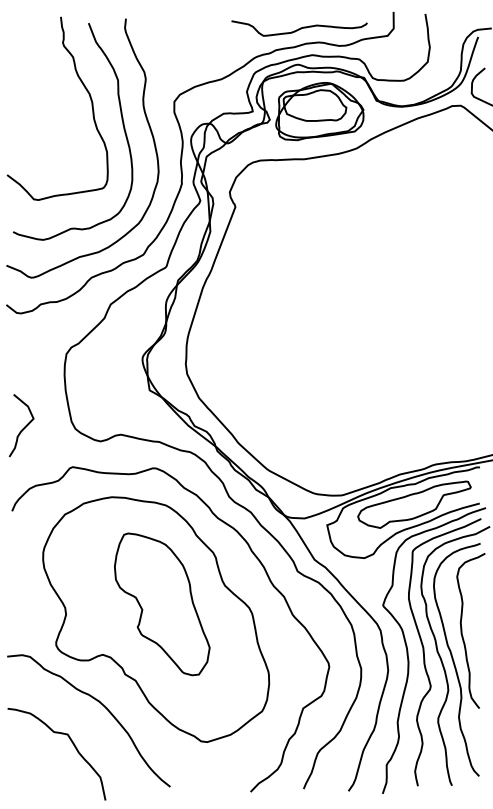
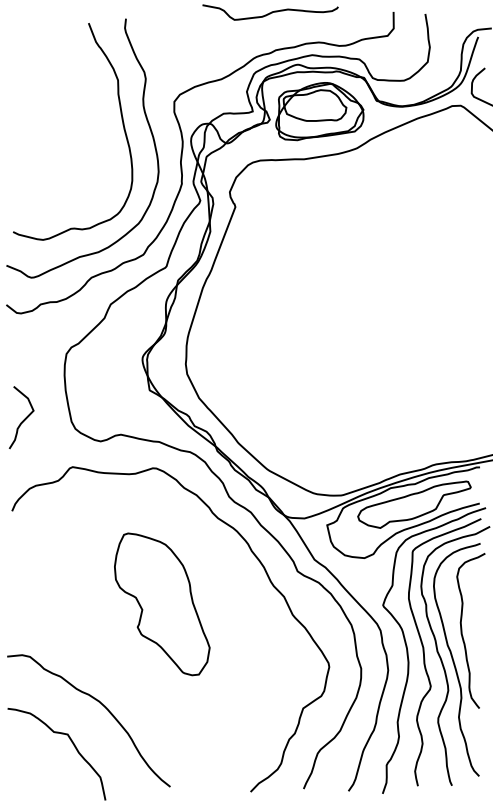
curve at (299, 28) position: (299, 28) -> (270, 12)
curve at (86, 91): present -> none
curve at (23, 427) position: (23, 427) -> (23, 419)
part at (156, 619): present -> none
